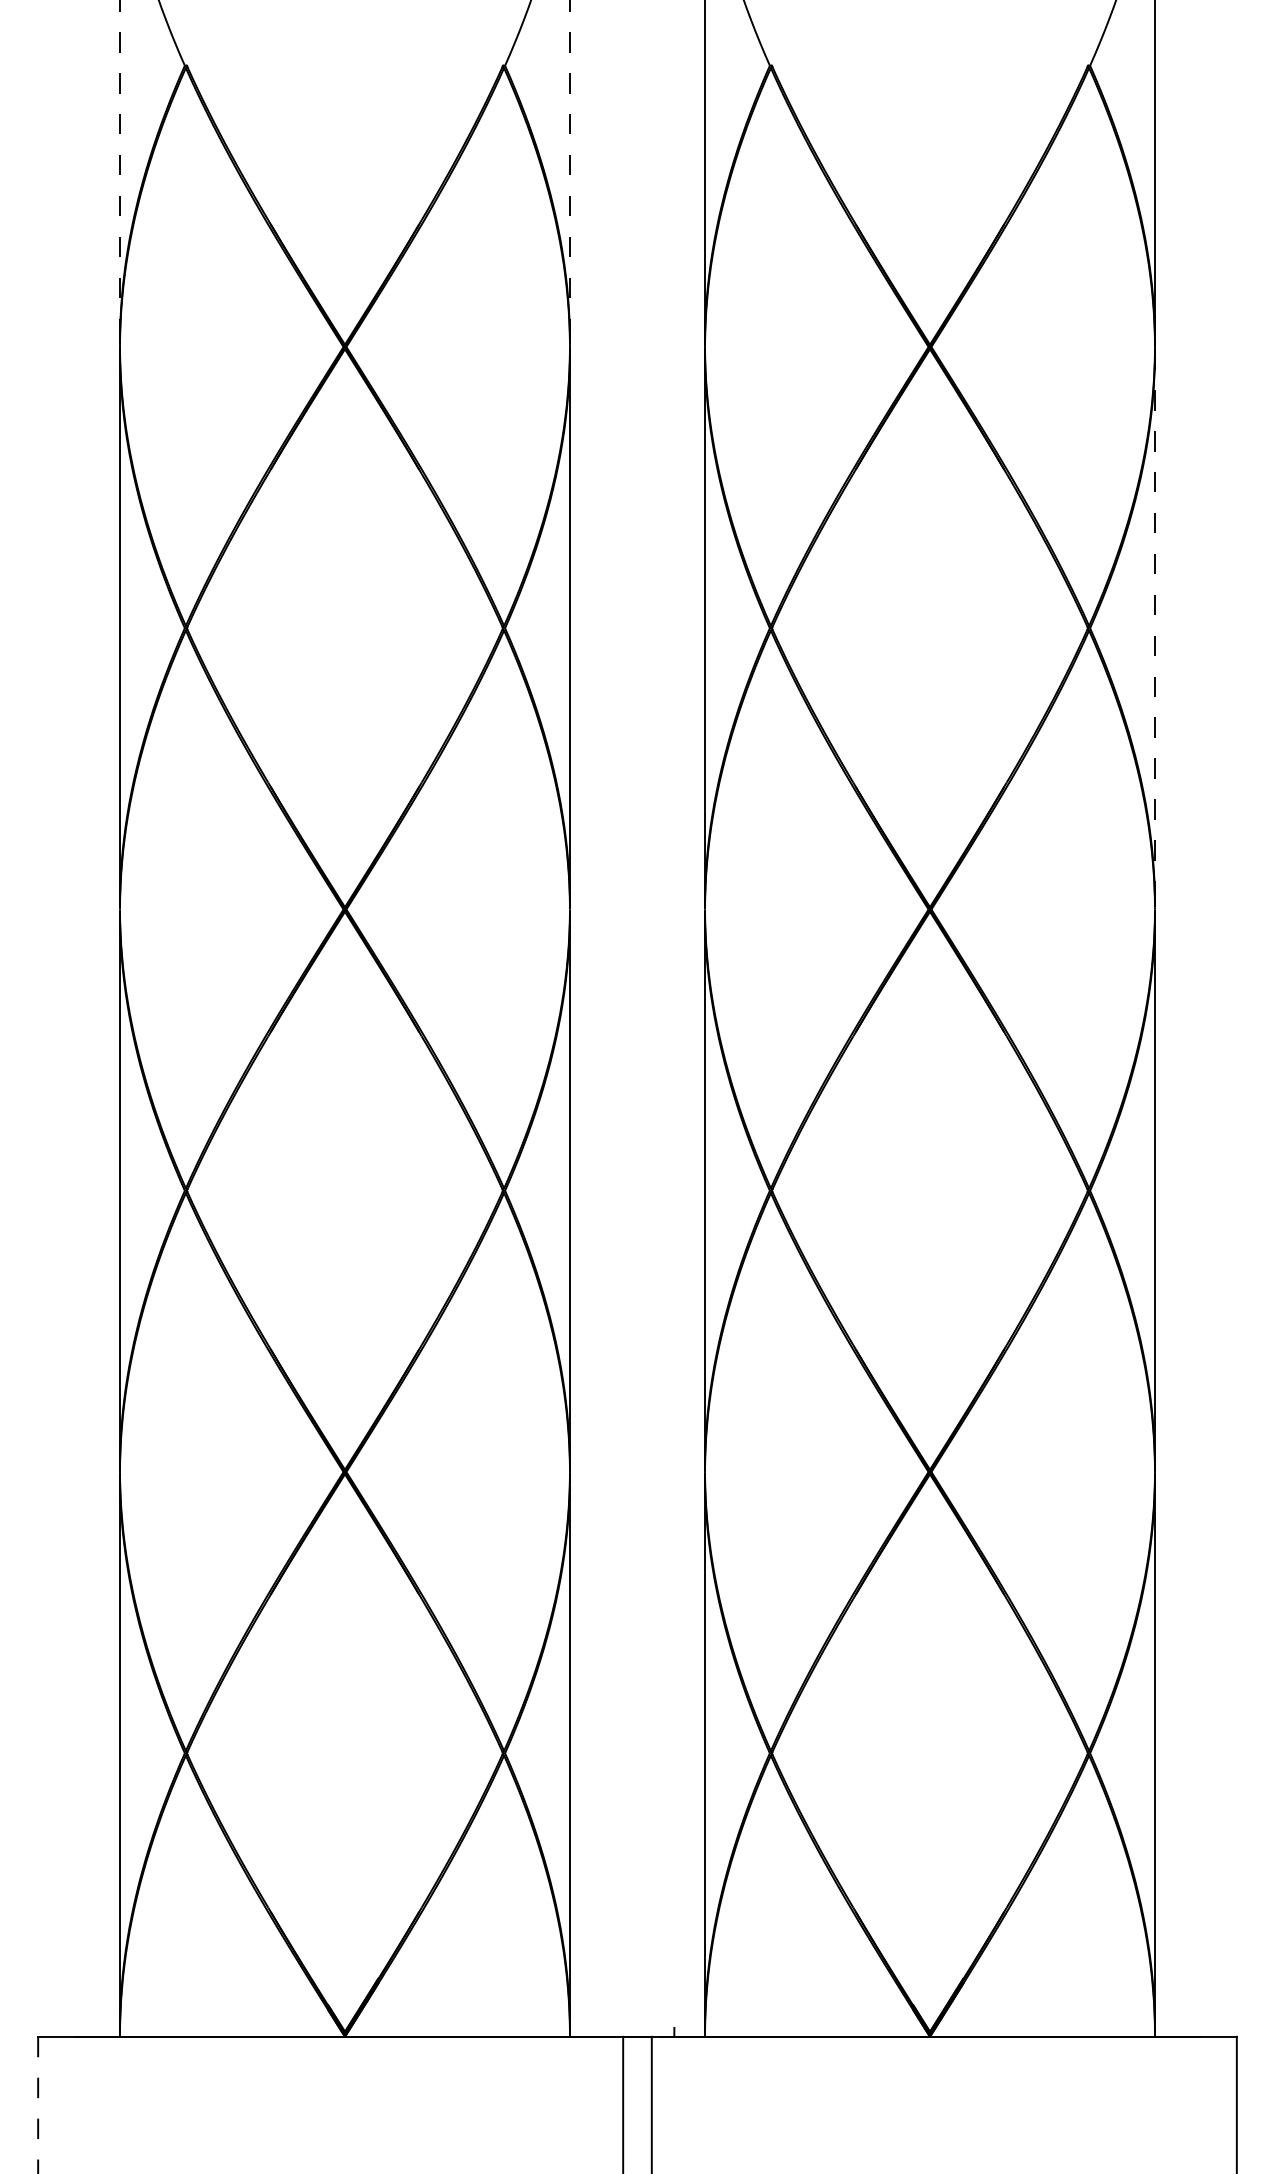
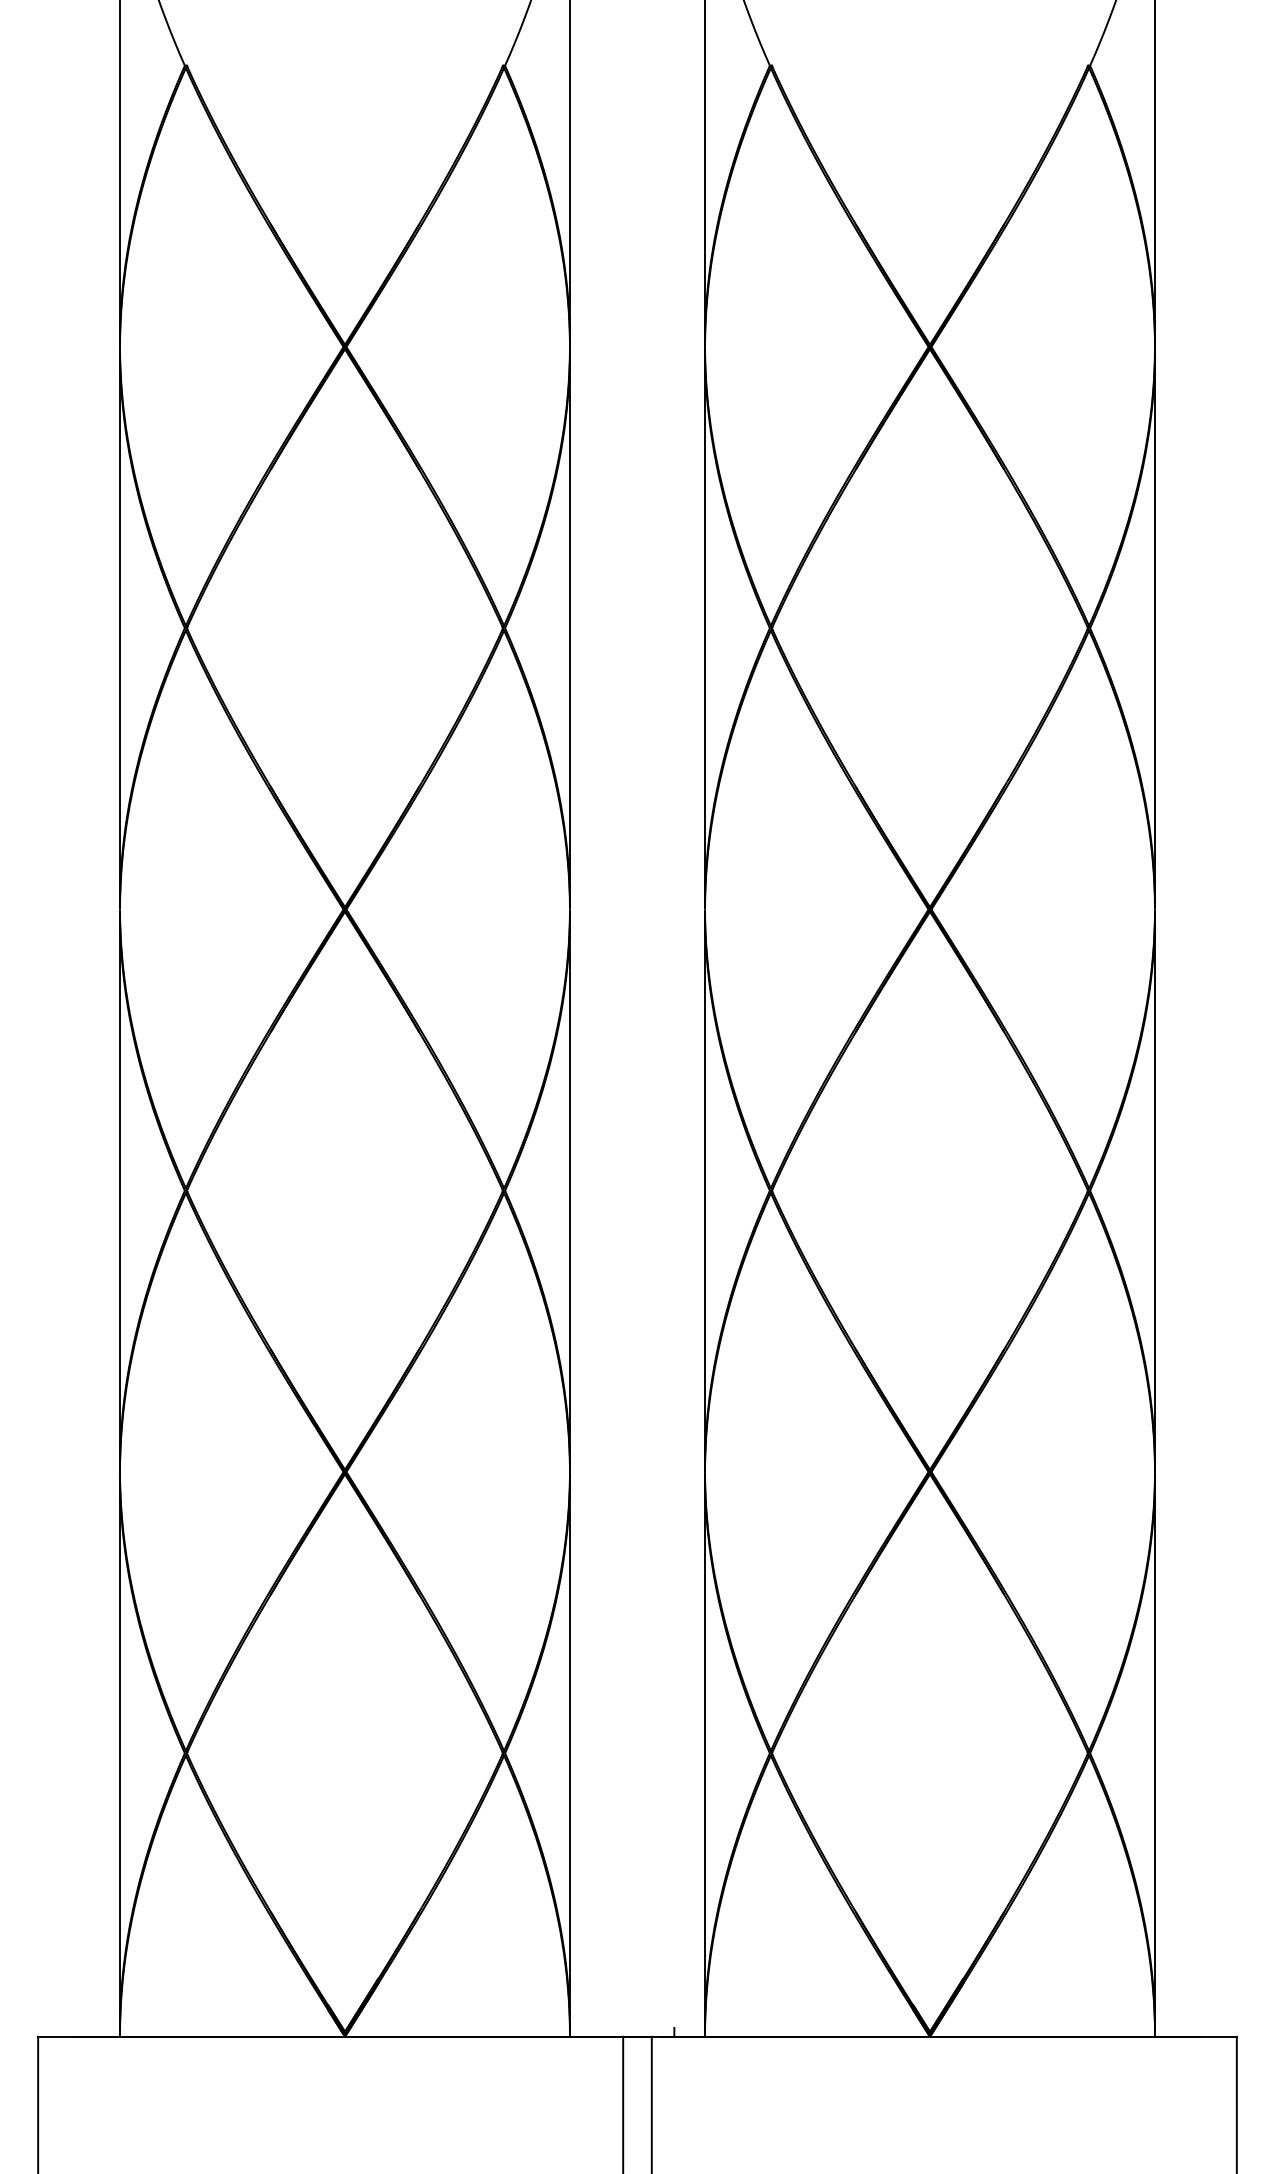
line at (119, 173): dashed -> solid
line at (569, 173): dashed -> solid
line at (1155, 628): dashed -> solid
line at (38, 2105): dashed -> solid
